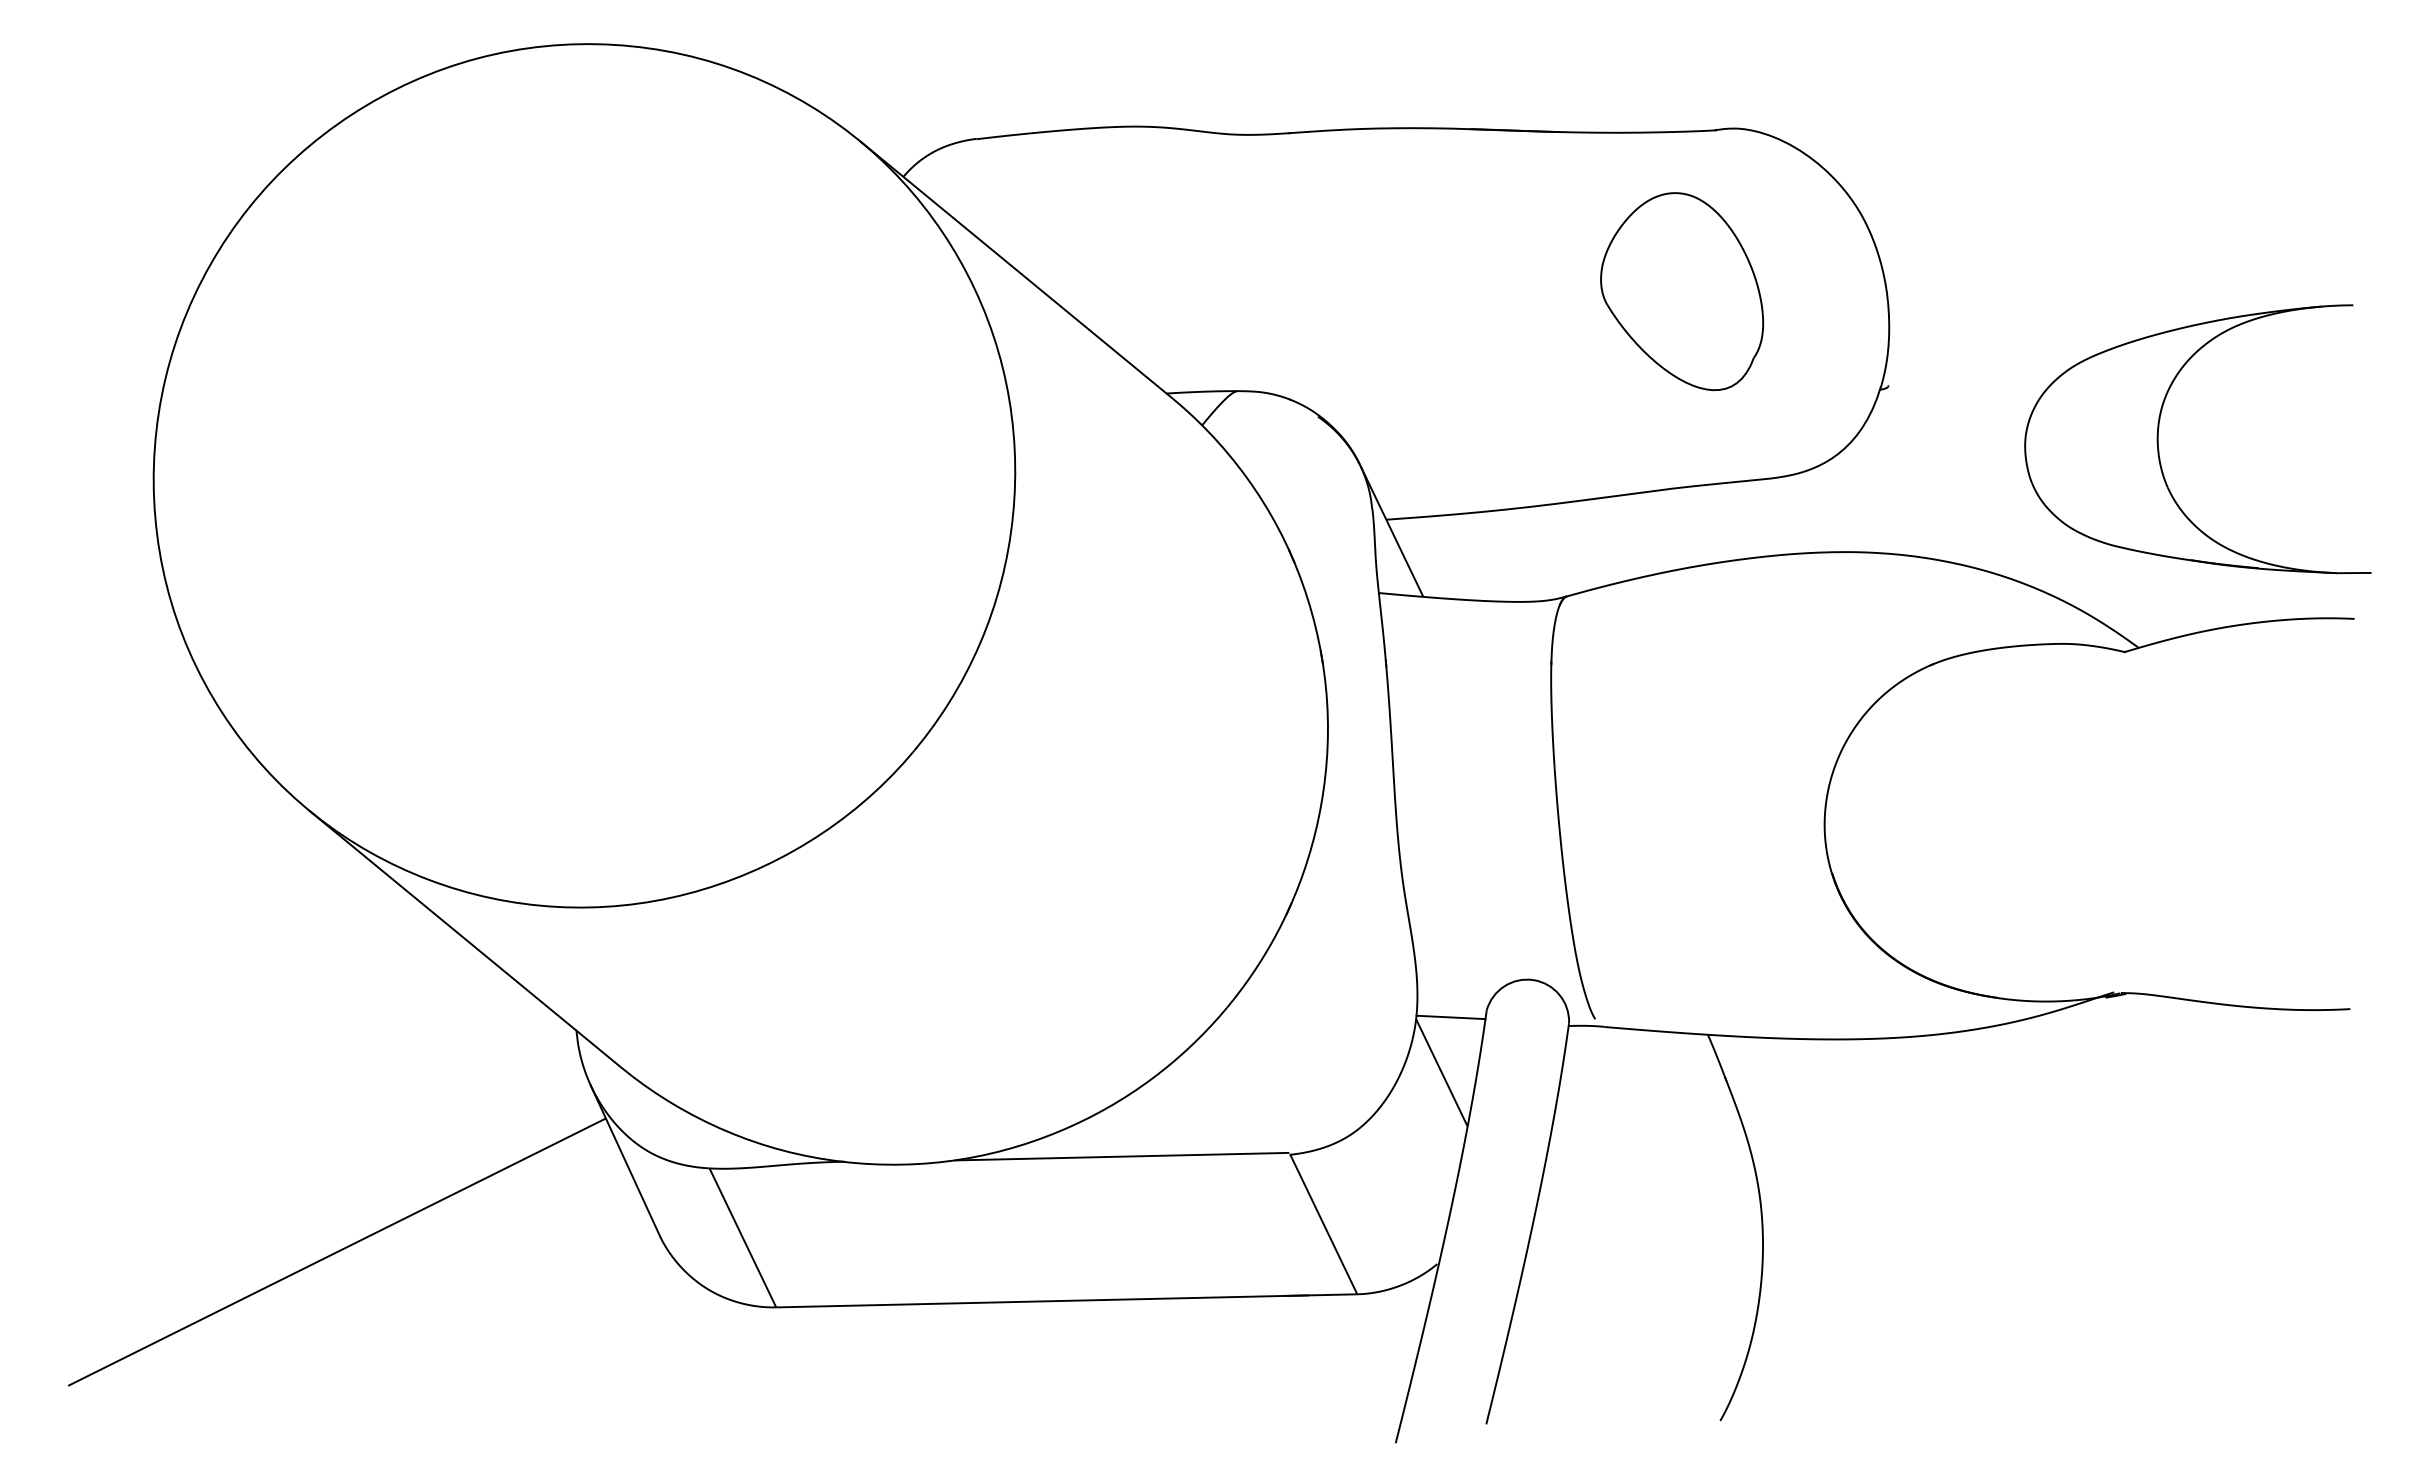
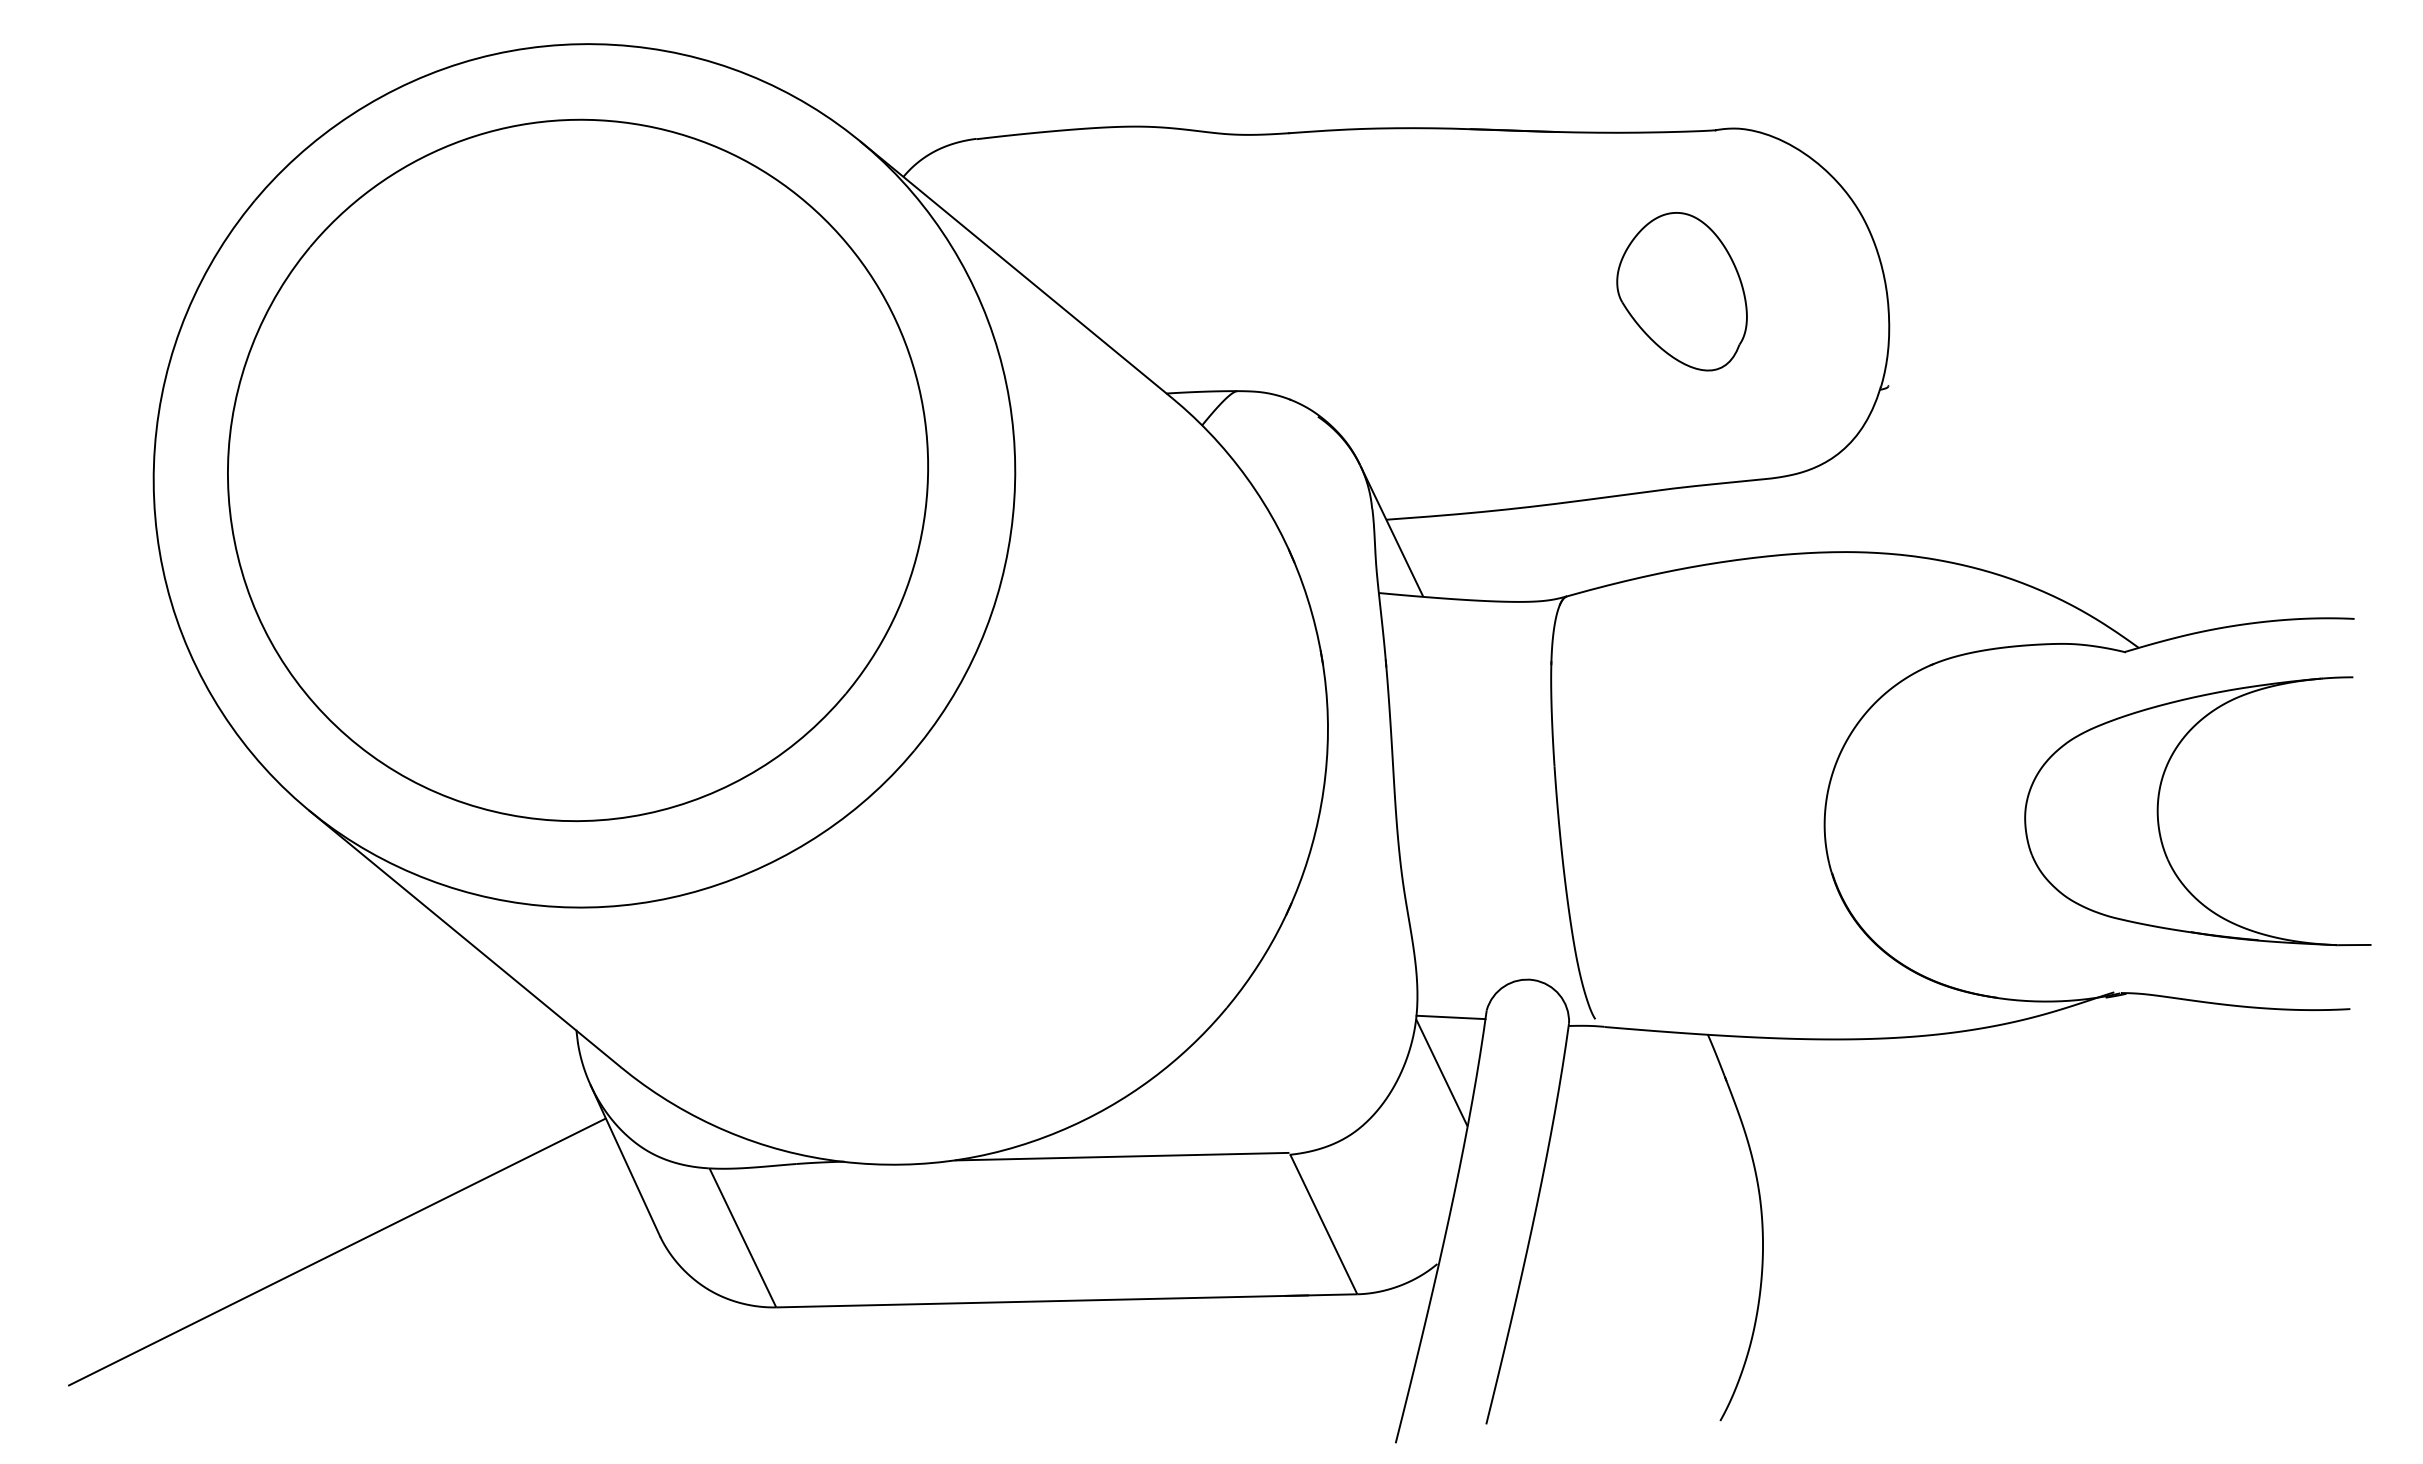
part at (1682, 291) size: 165x200 px -> 132x160 px
part at (2158, 439) position: (2158, 439) -> (2158, 811)
part at (577, 470): none -> present
